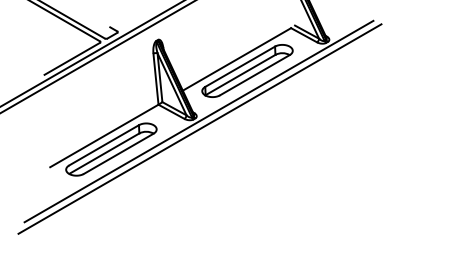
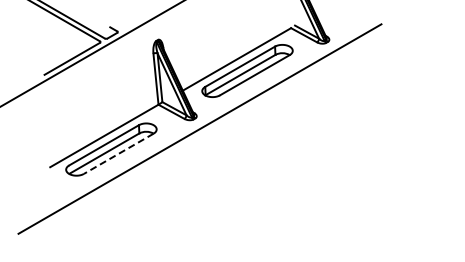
line at (97, 57): present -> none
line at (198, 121): present -> none
line at (118, 154): solid -> dashed
